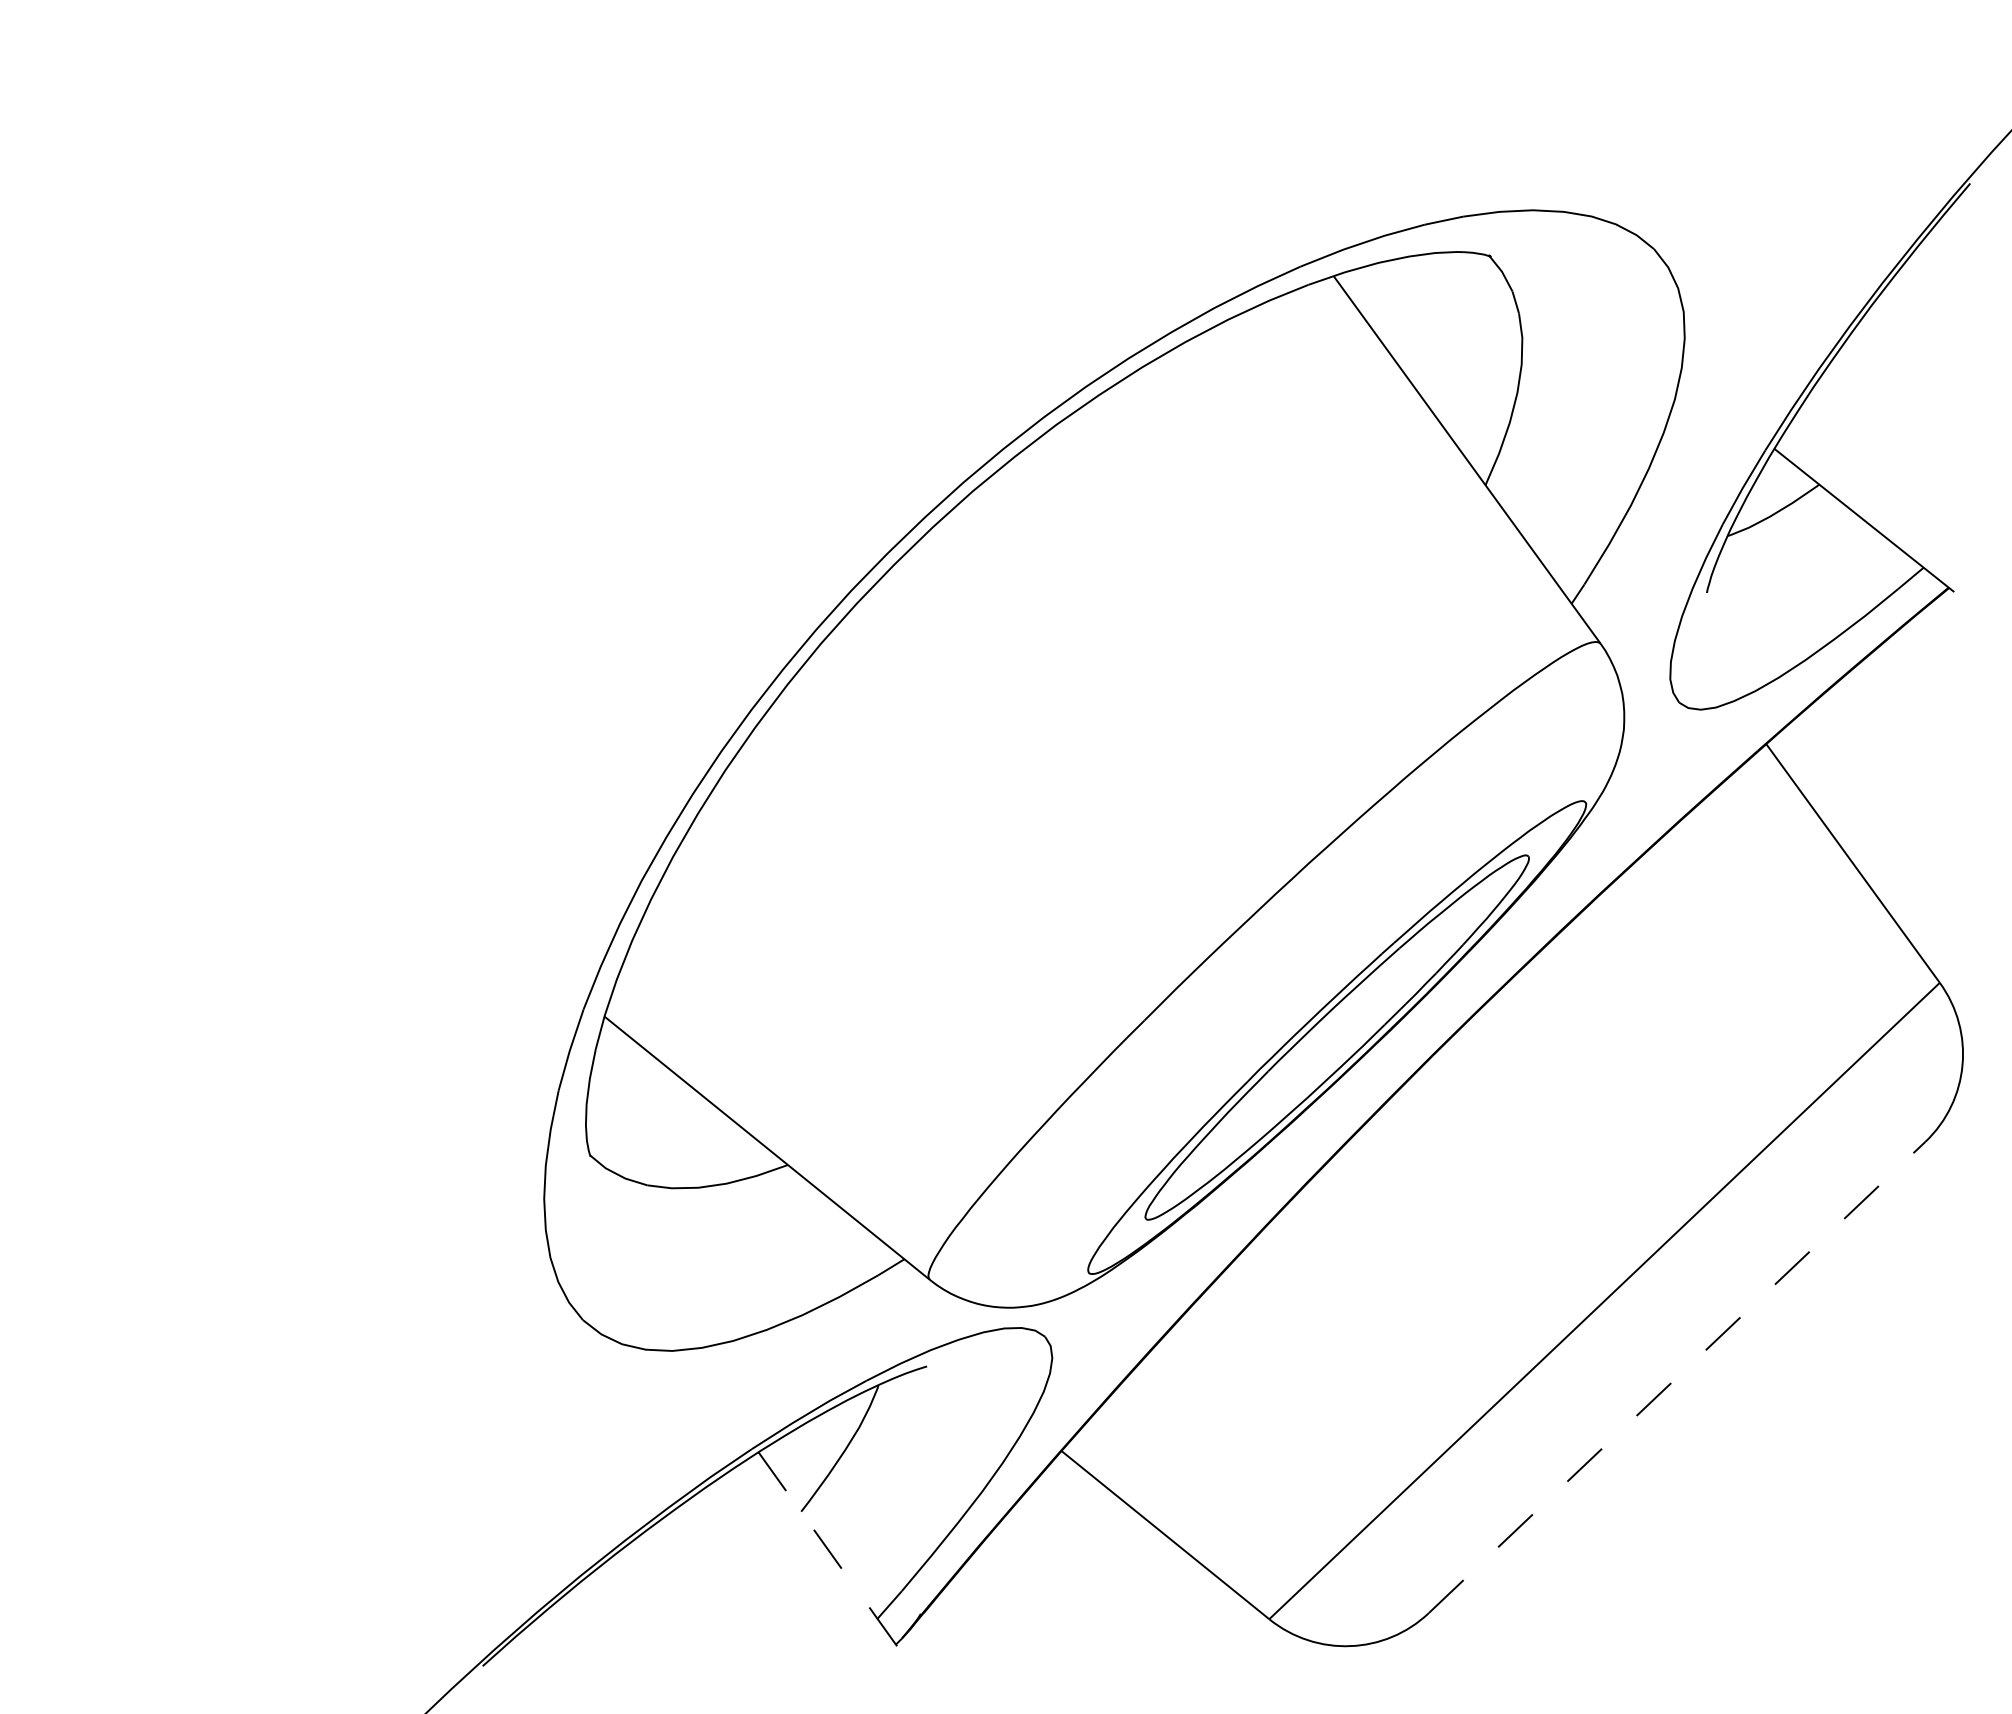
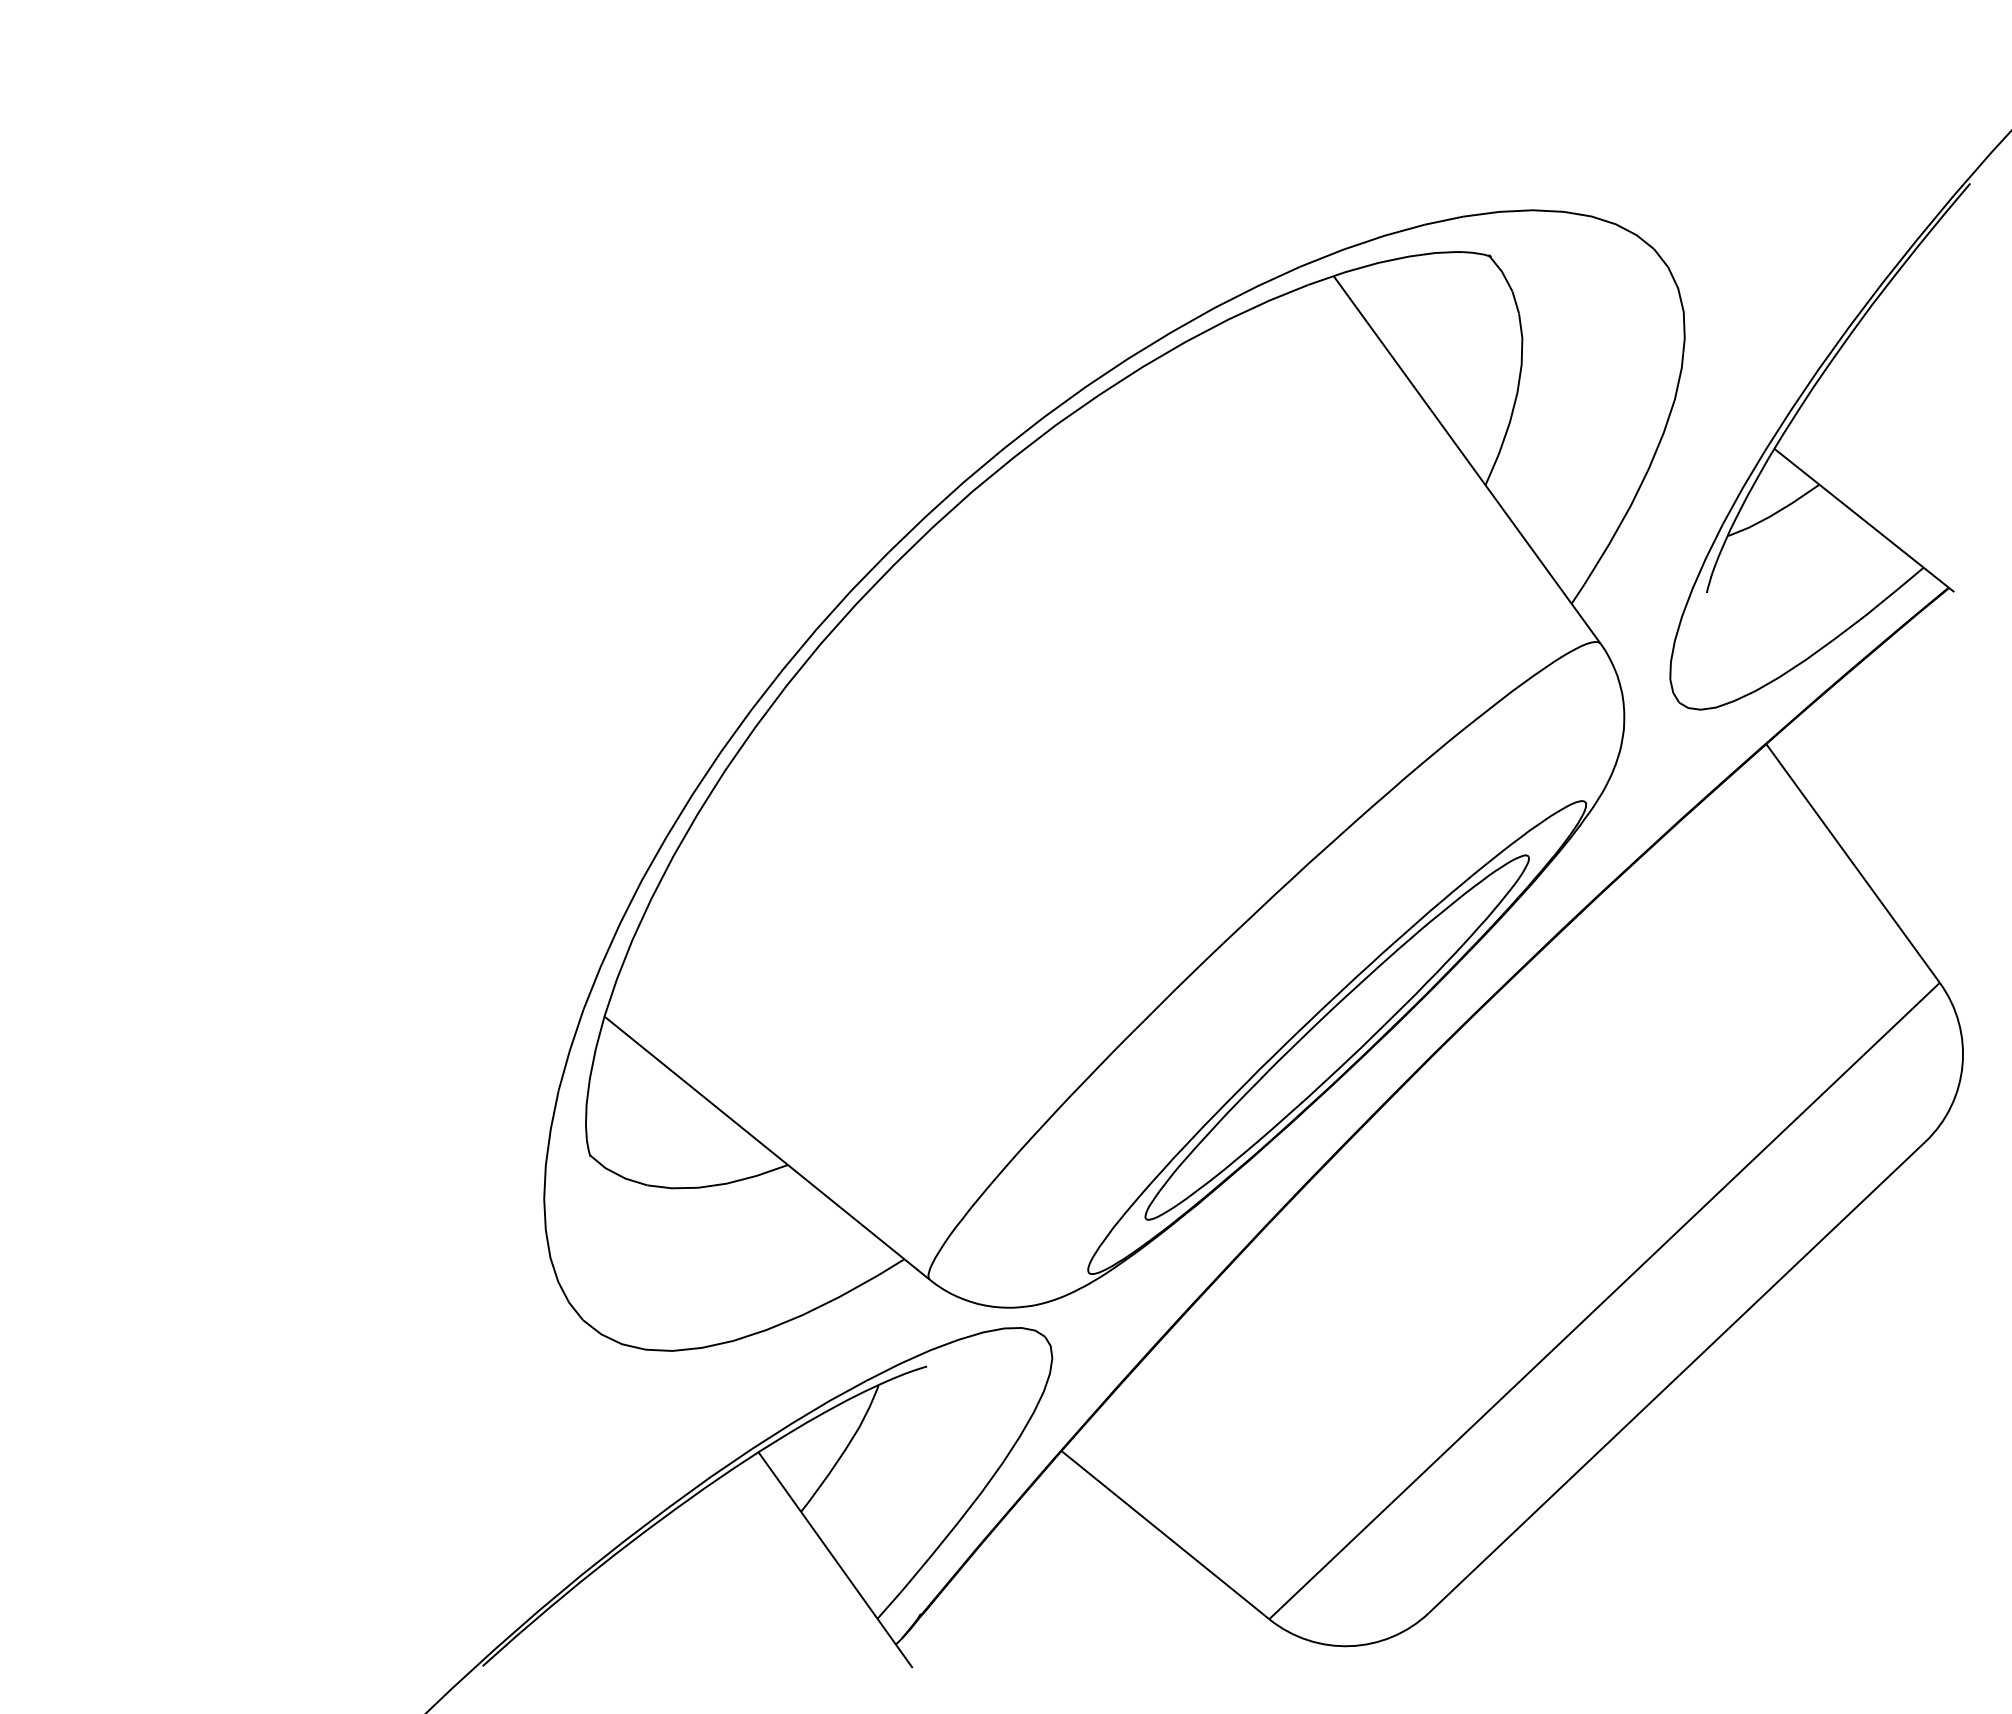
line at (1677, 1377): dashed -> solid
line at (835, 1560): dashed -> solid
